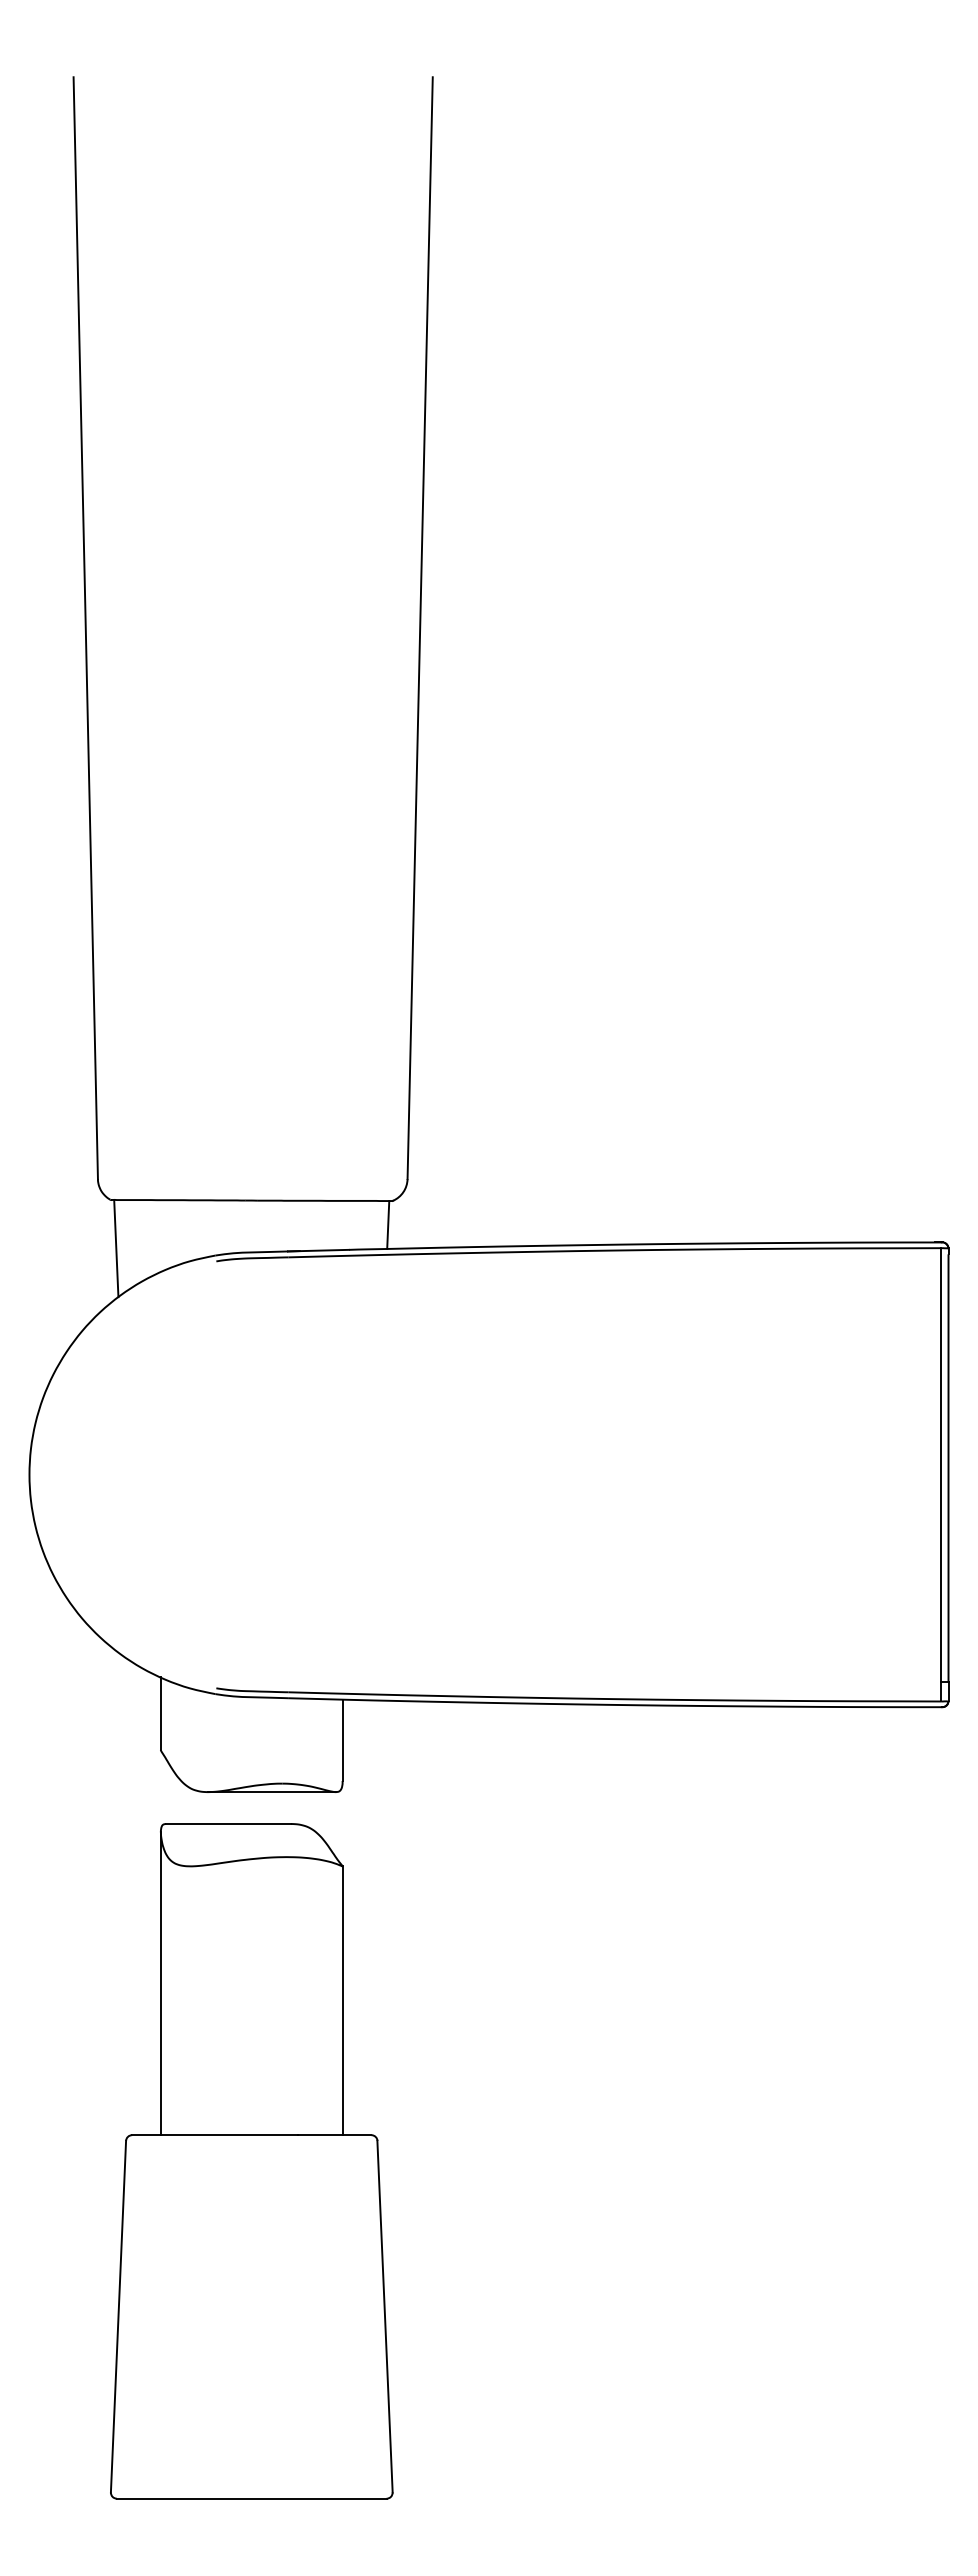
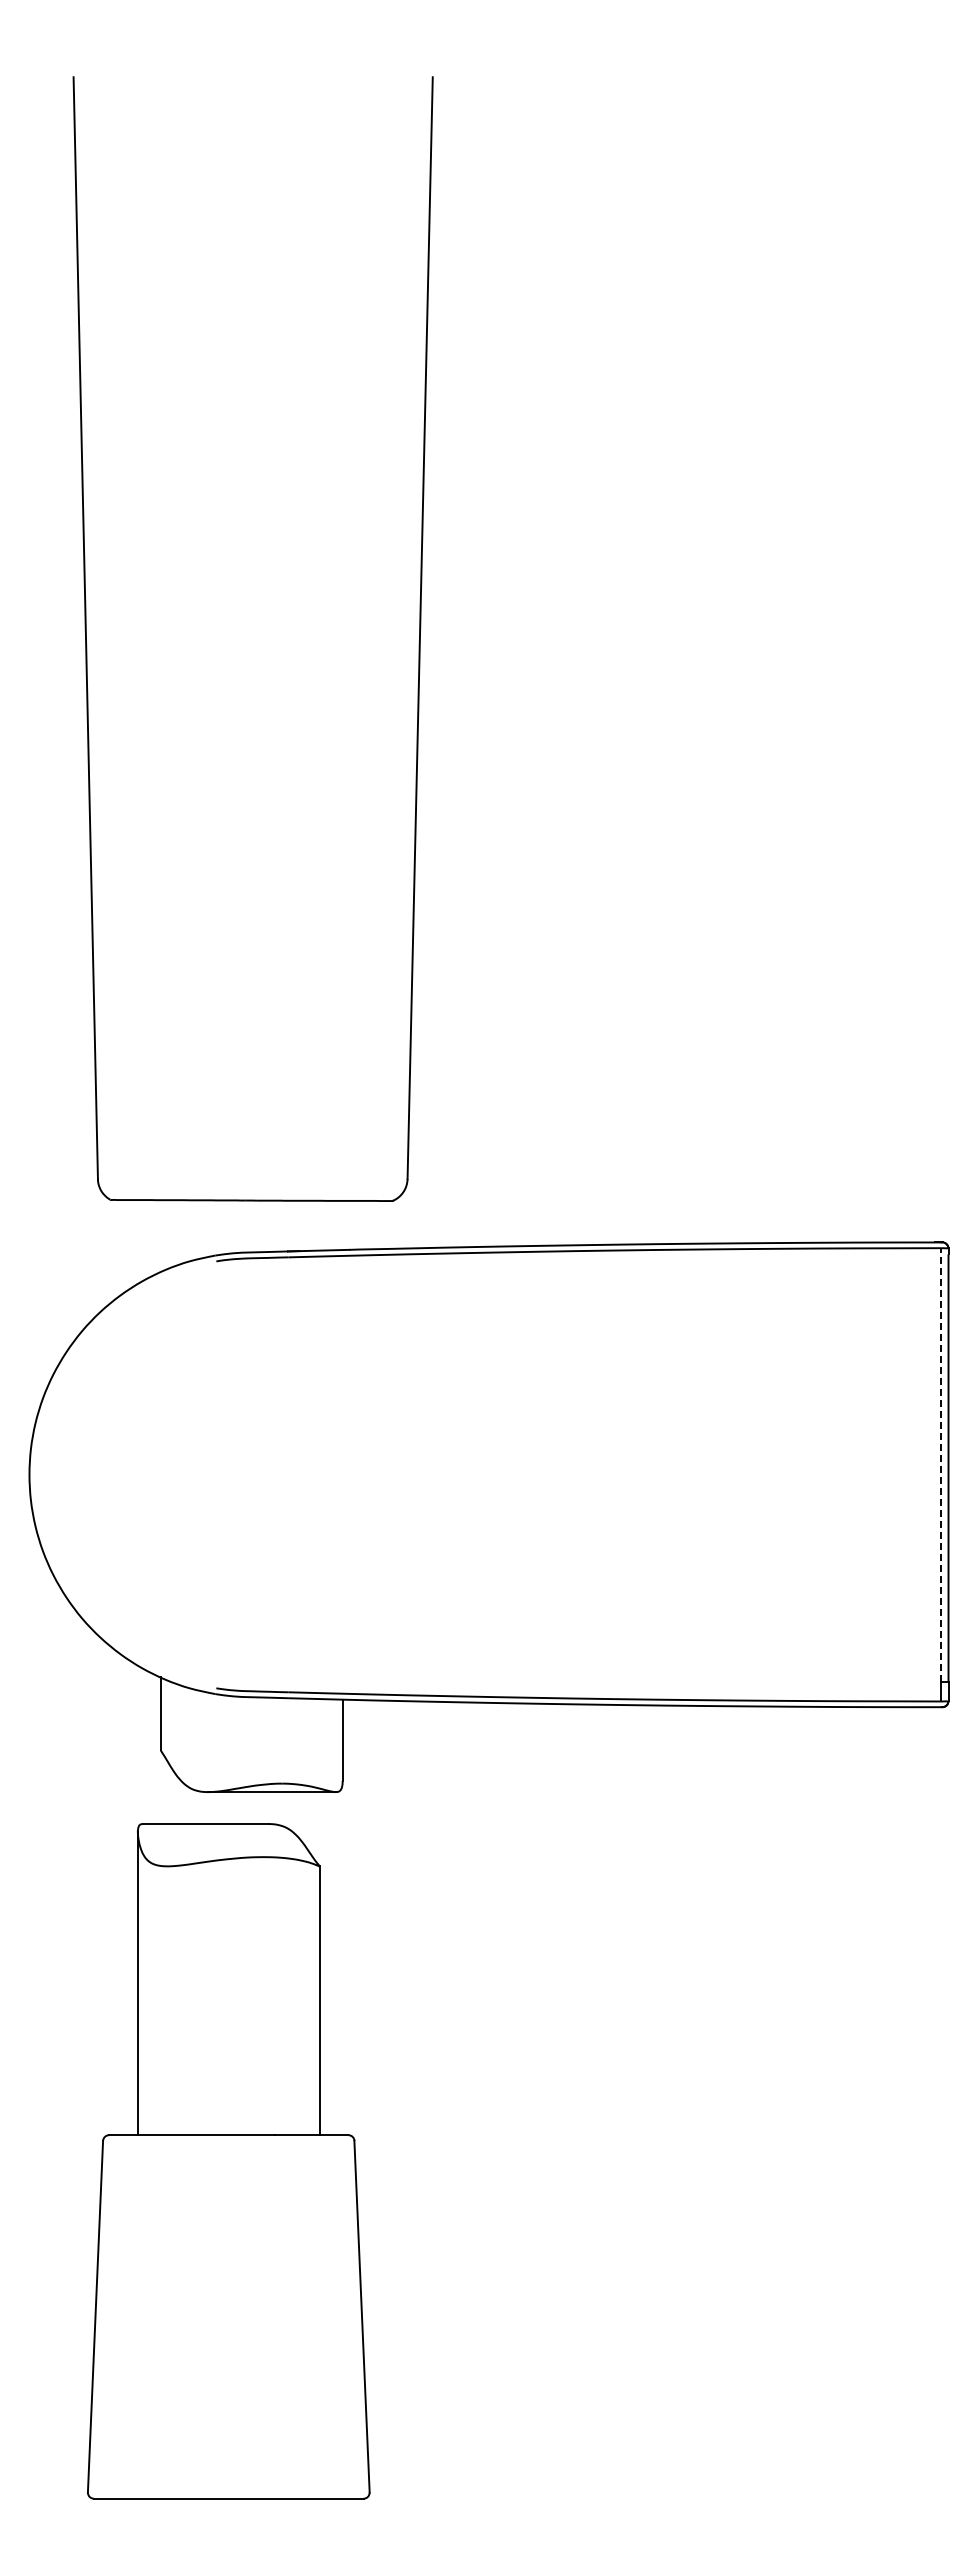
line at (388, 1224): present -> none
line at (116, 1248): present -> none
line at (941, 1464): solid -> dashed
part at (251, 2161) position: (251, 2161) -> (228, 2161)
